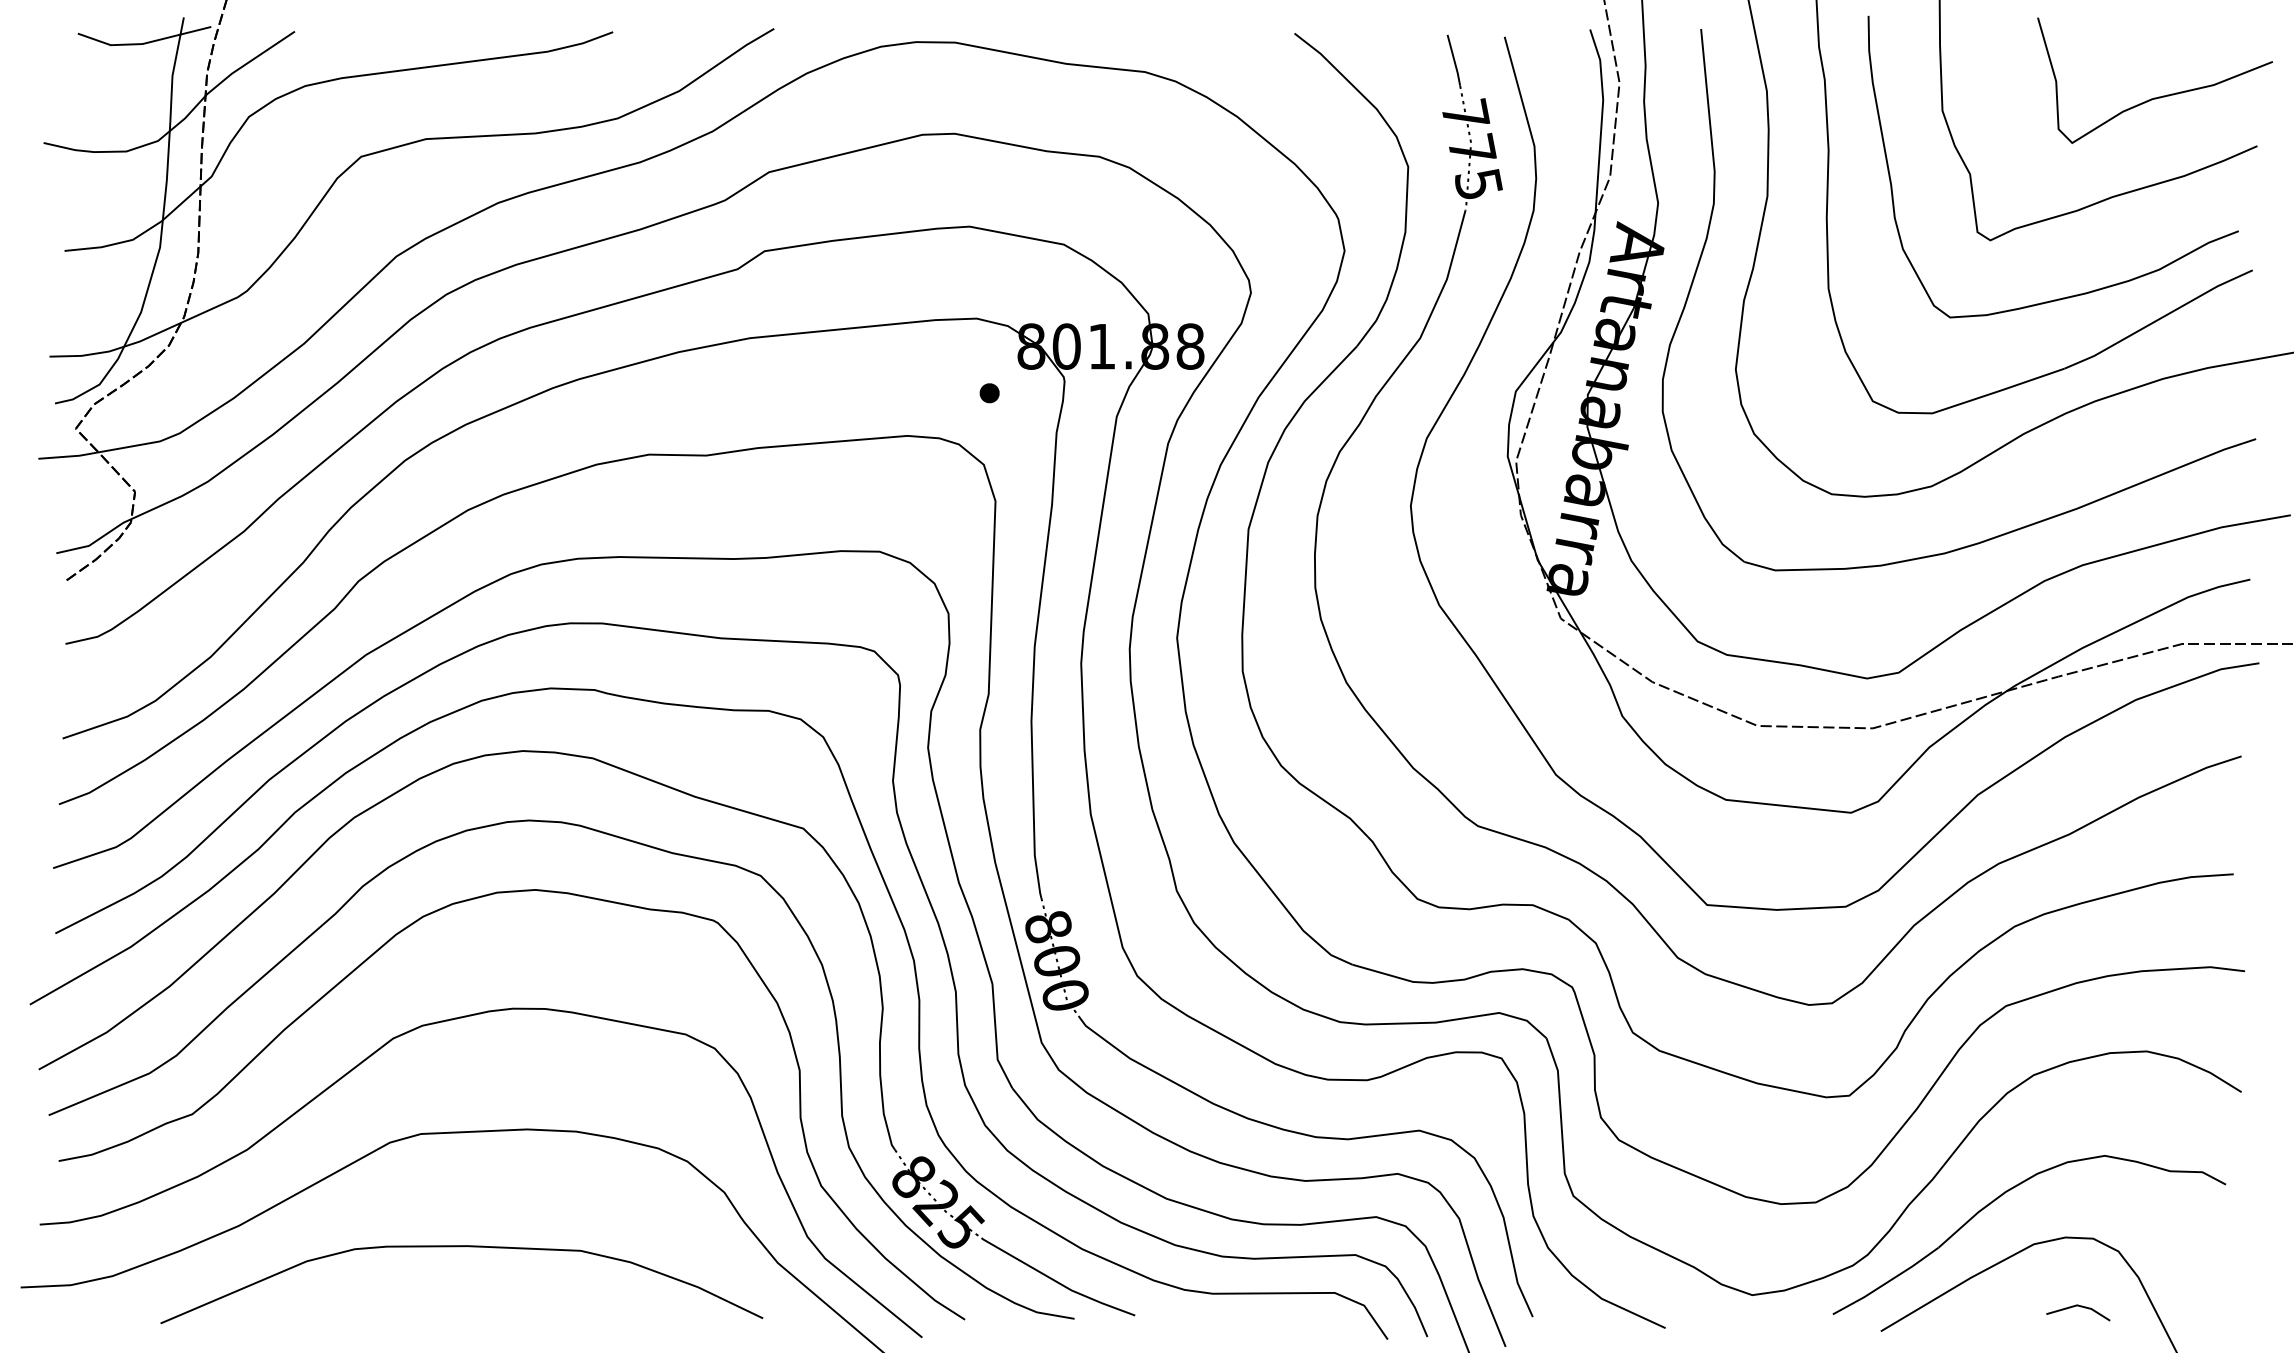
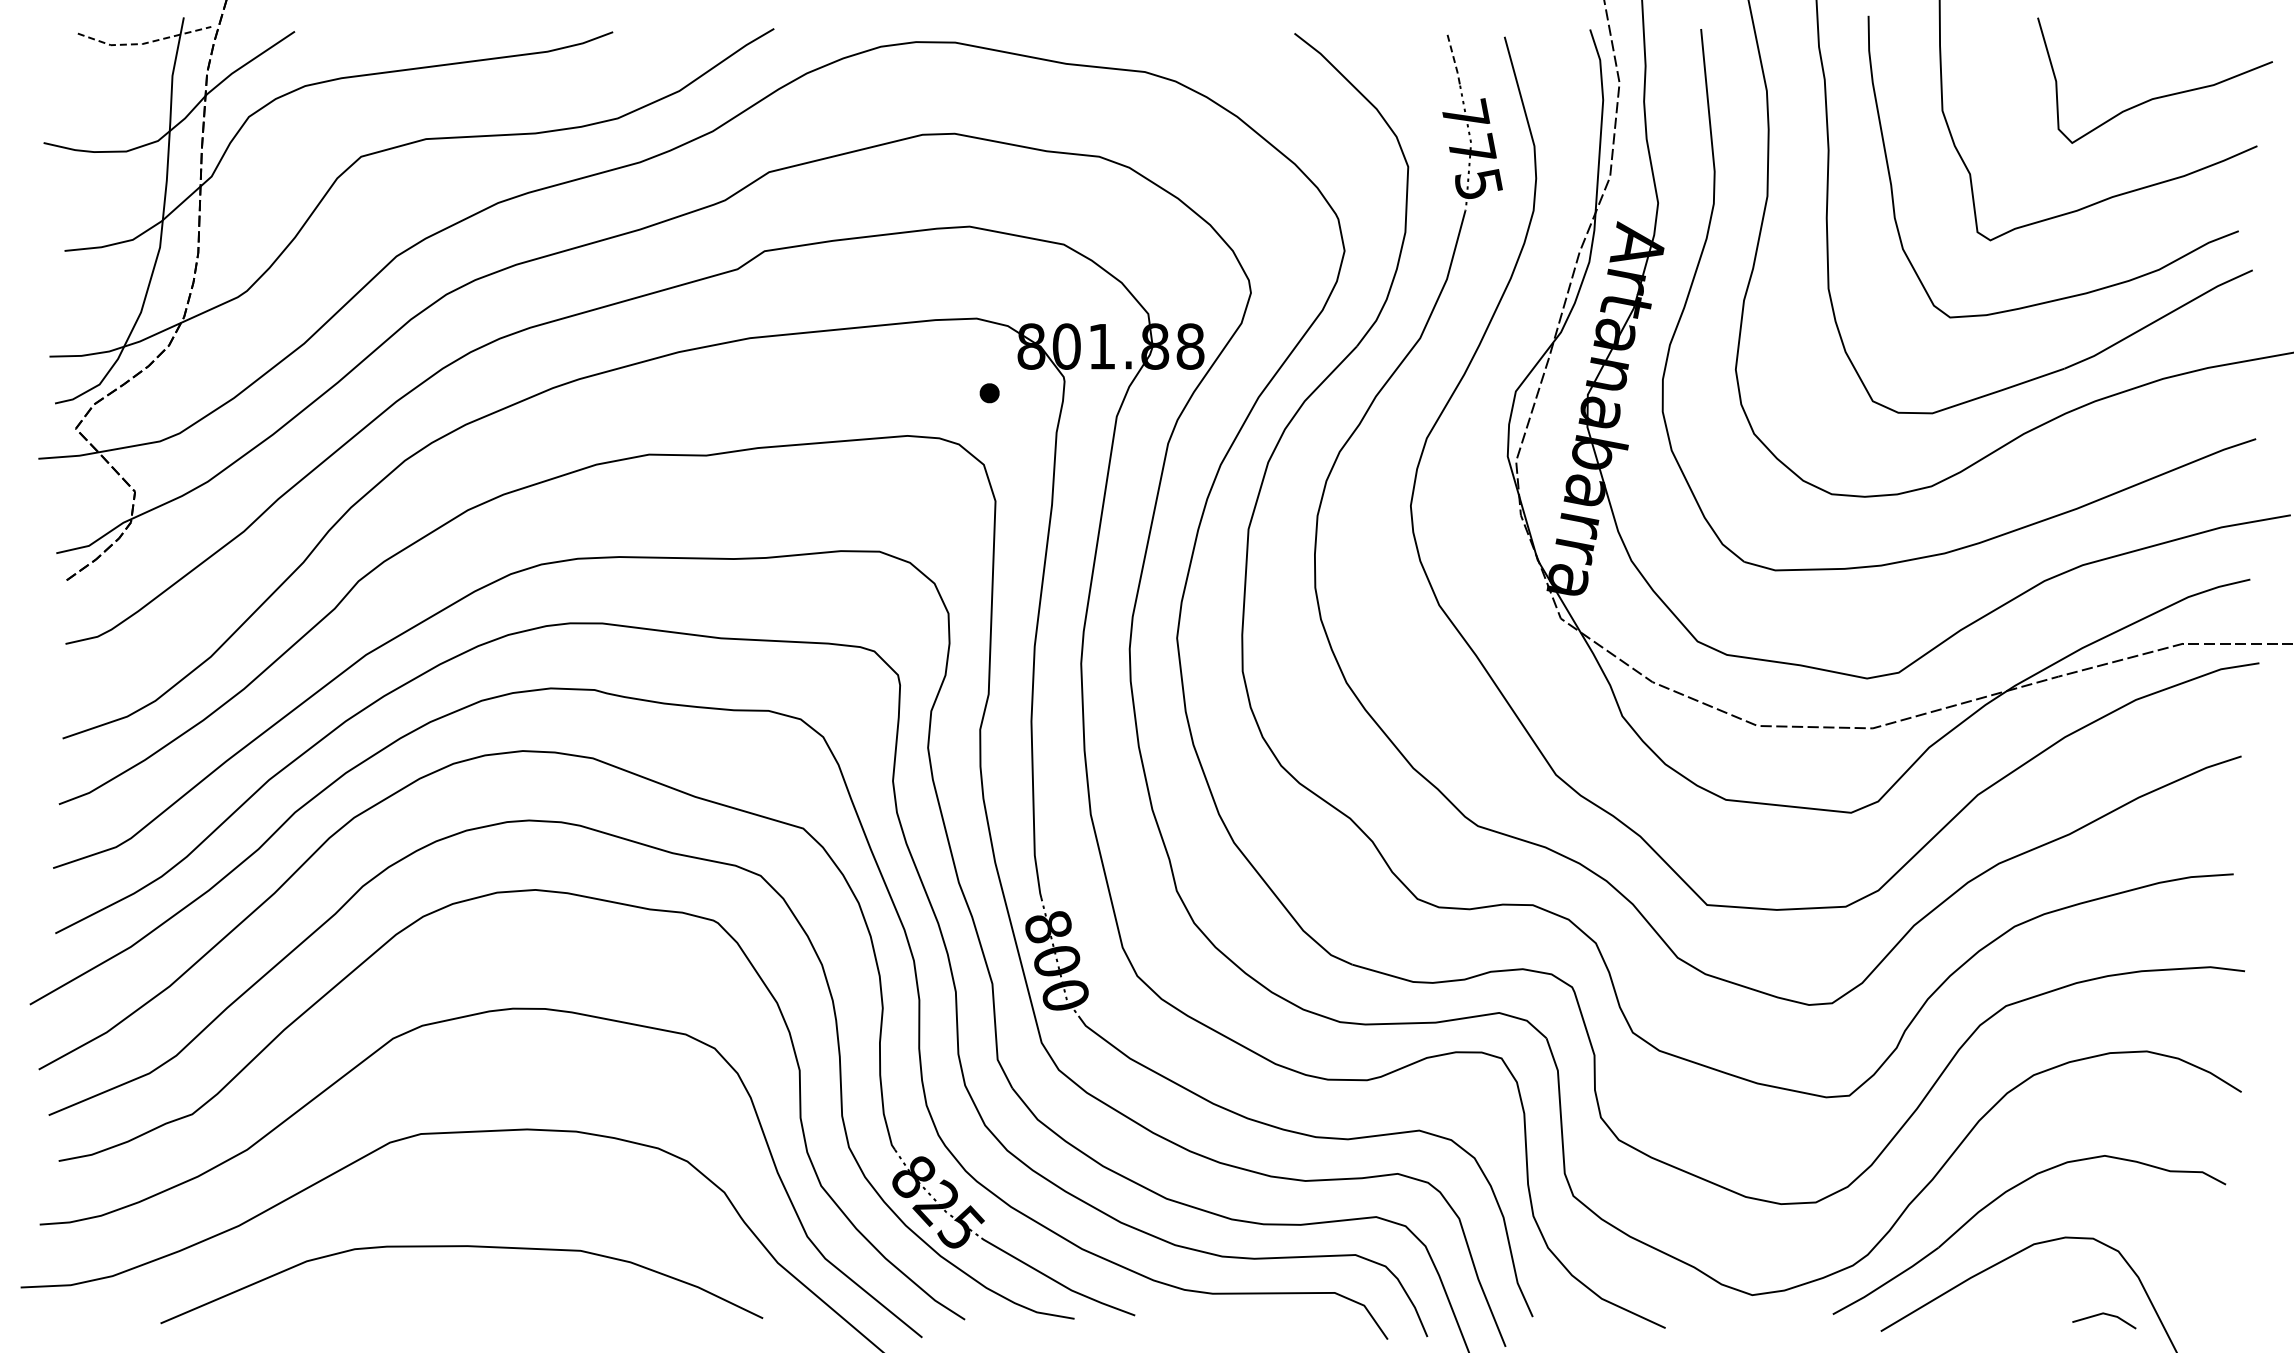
line at (143, 43): solid -> dashed
line at (1454, 60): solid -> dashed
line at (2080, 1307) position: (2080, 1307) -> (2106, 1315)
